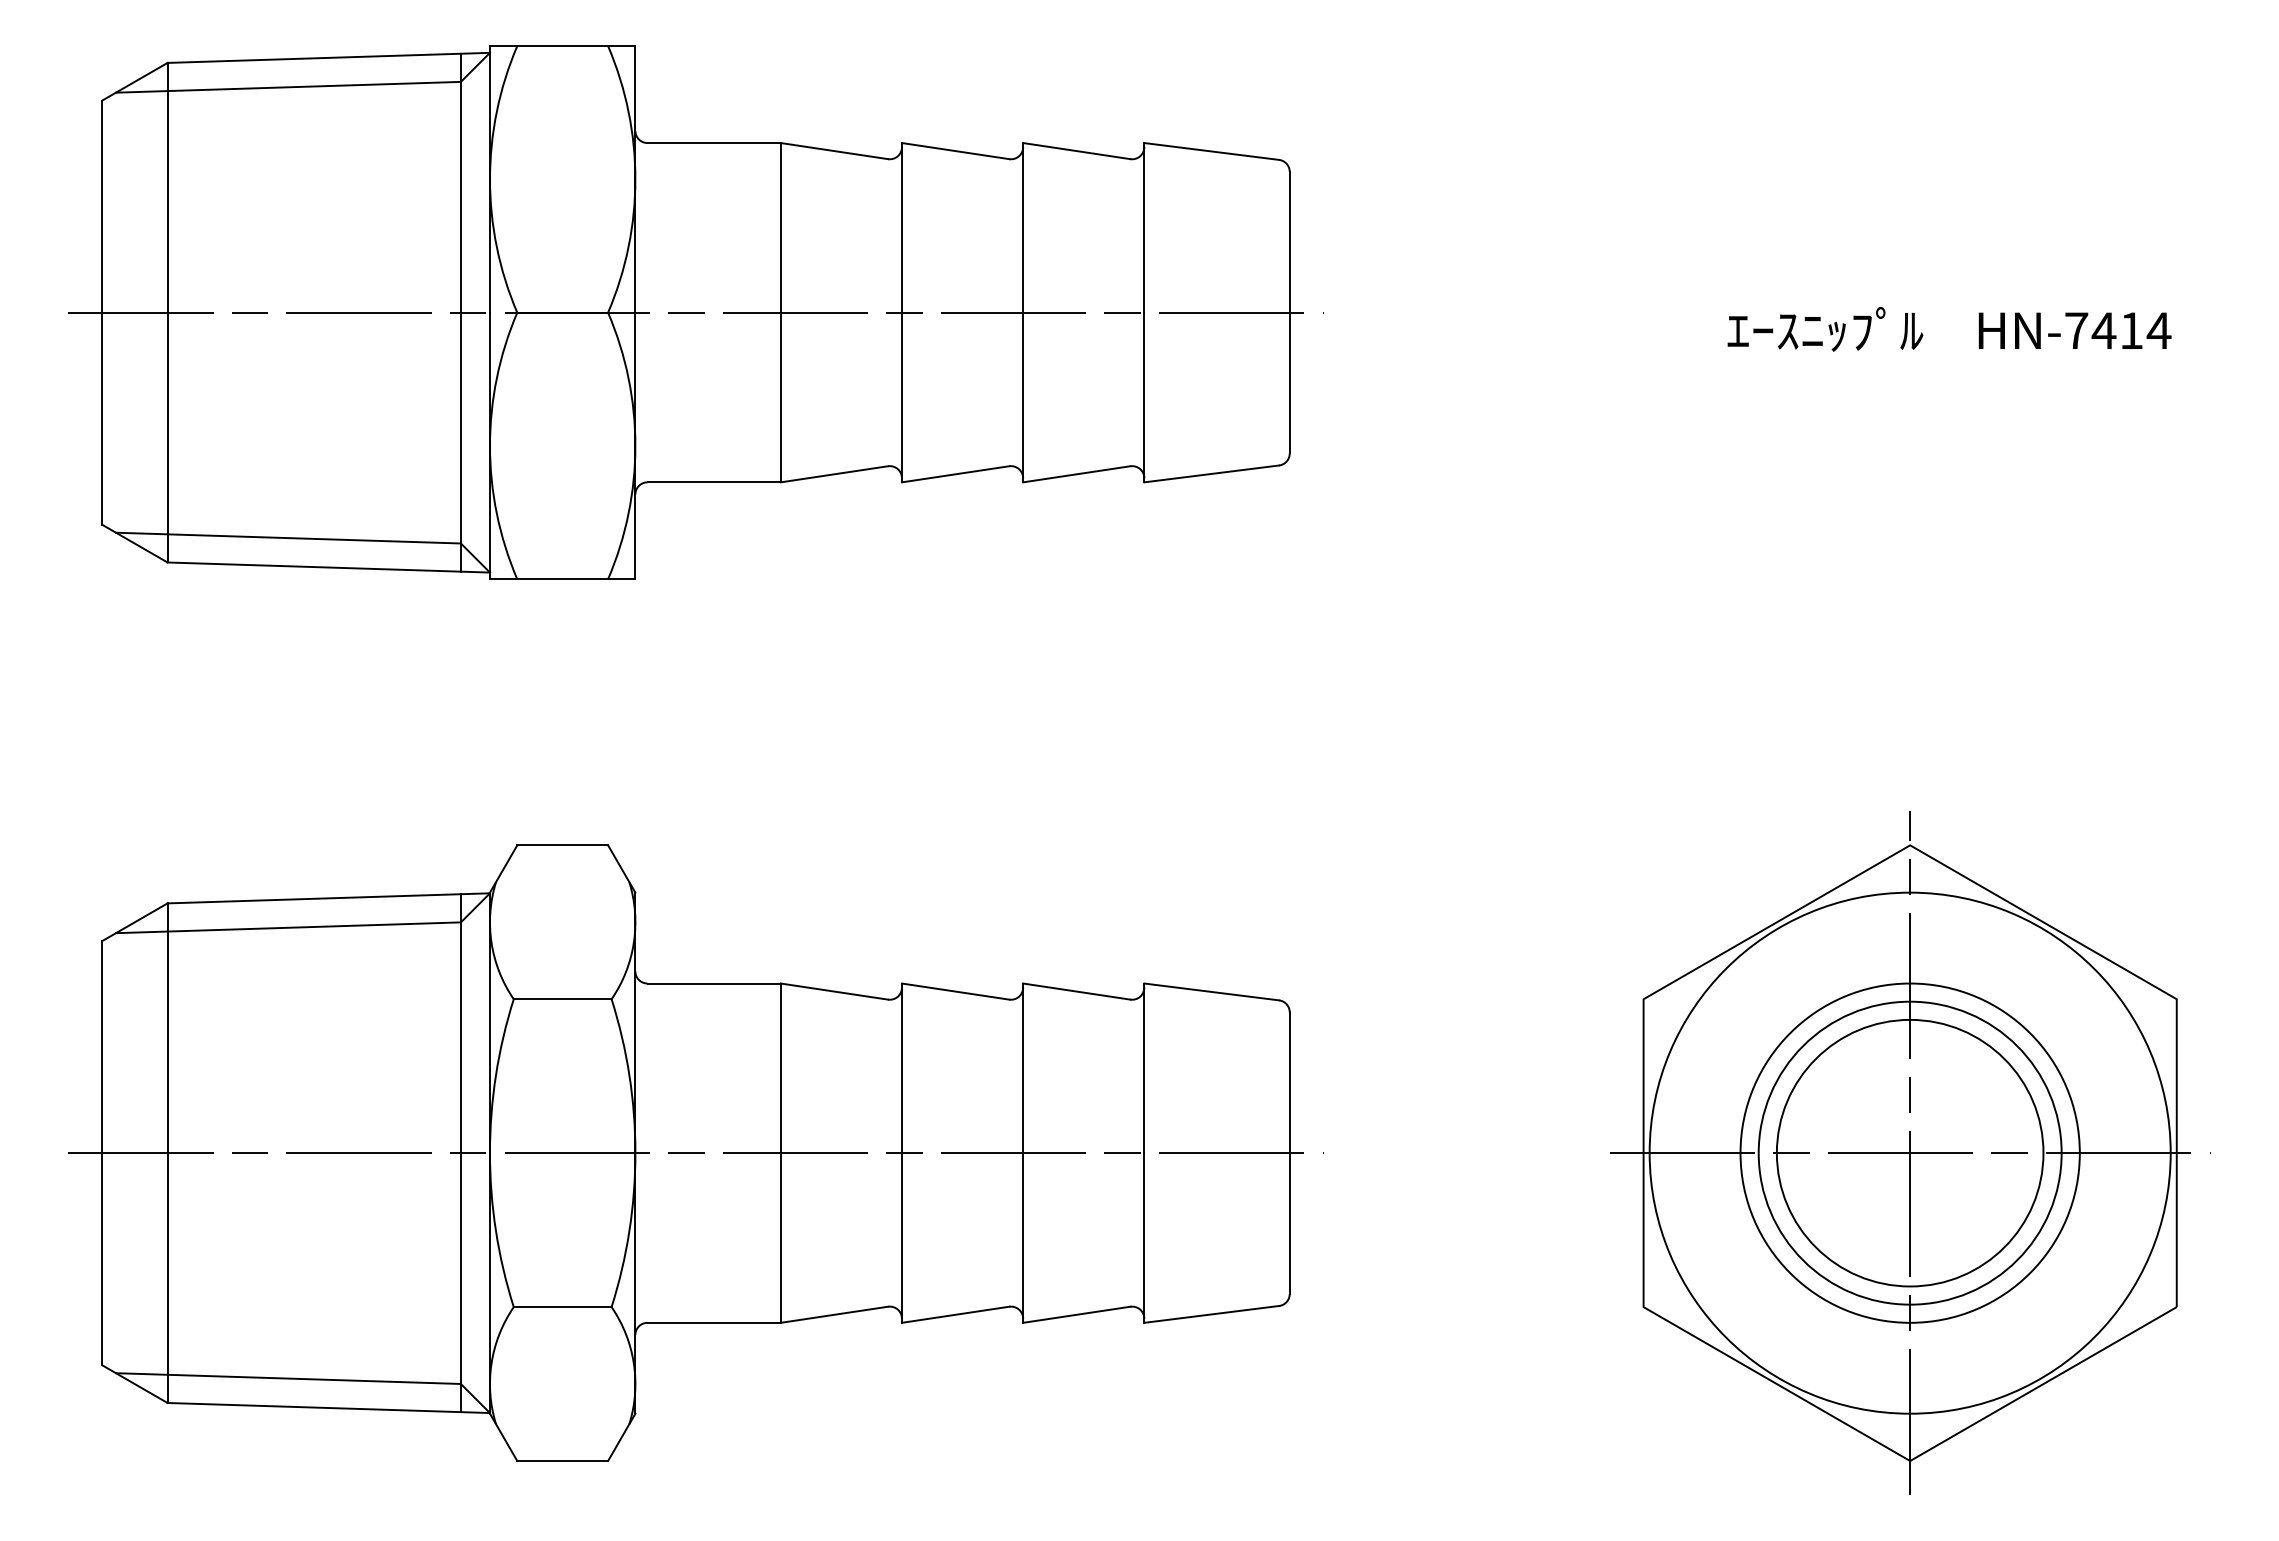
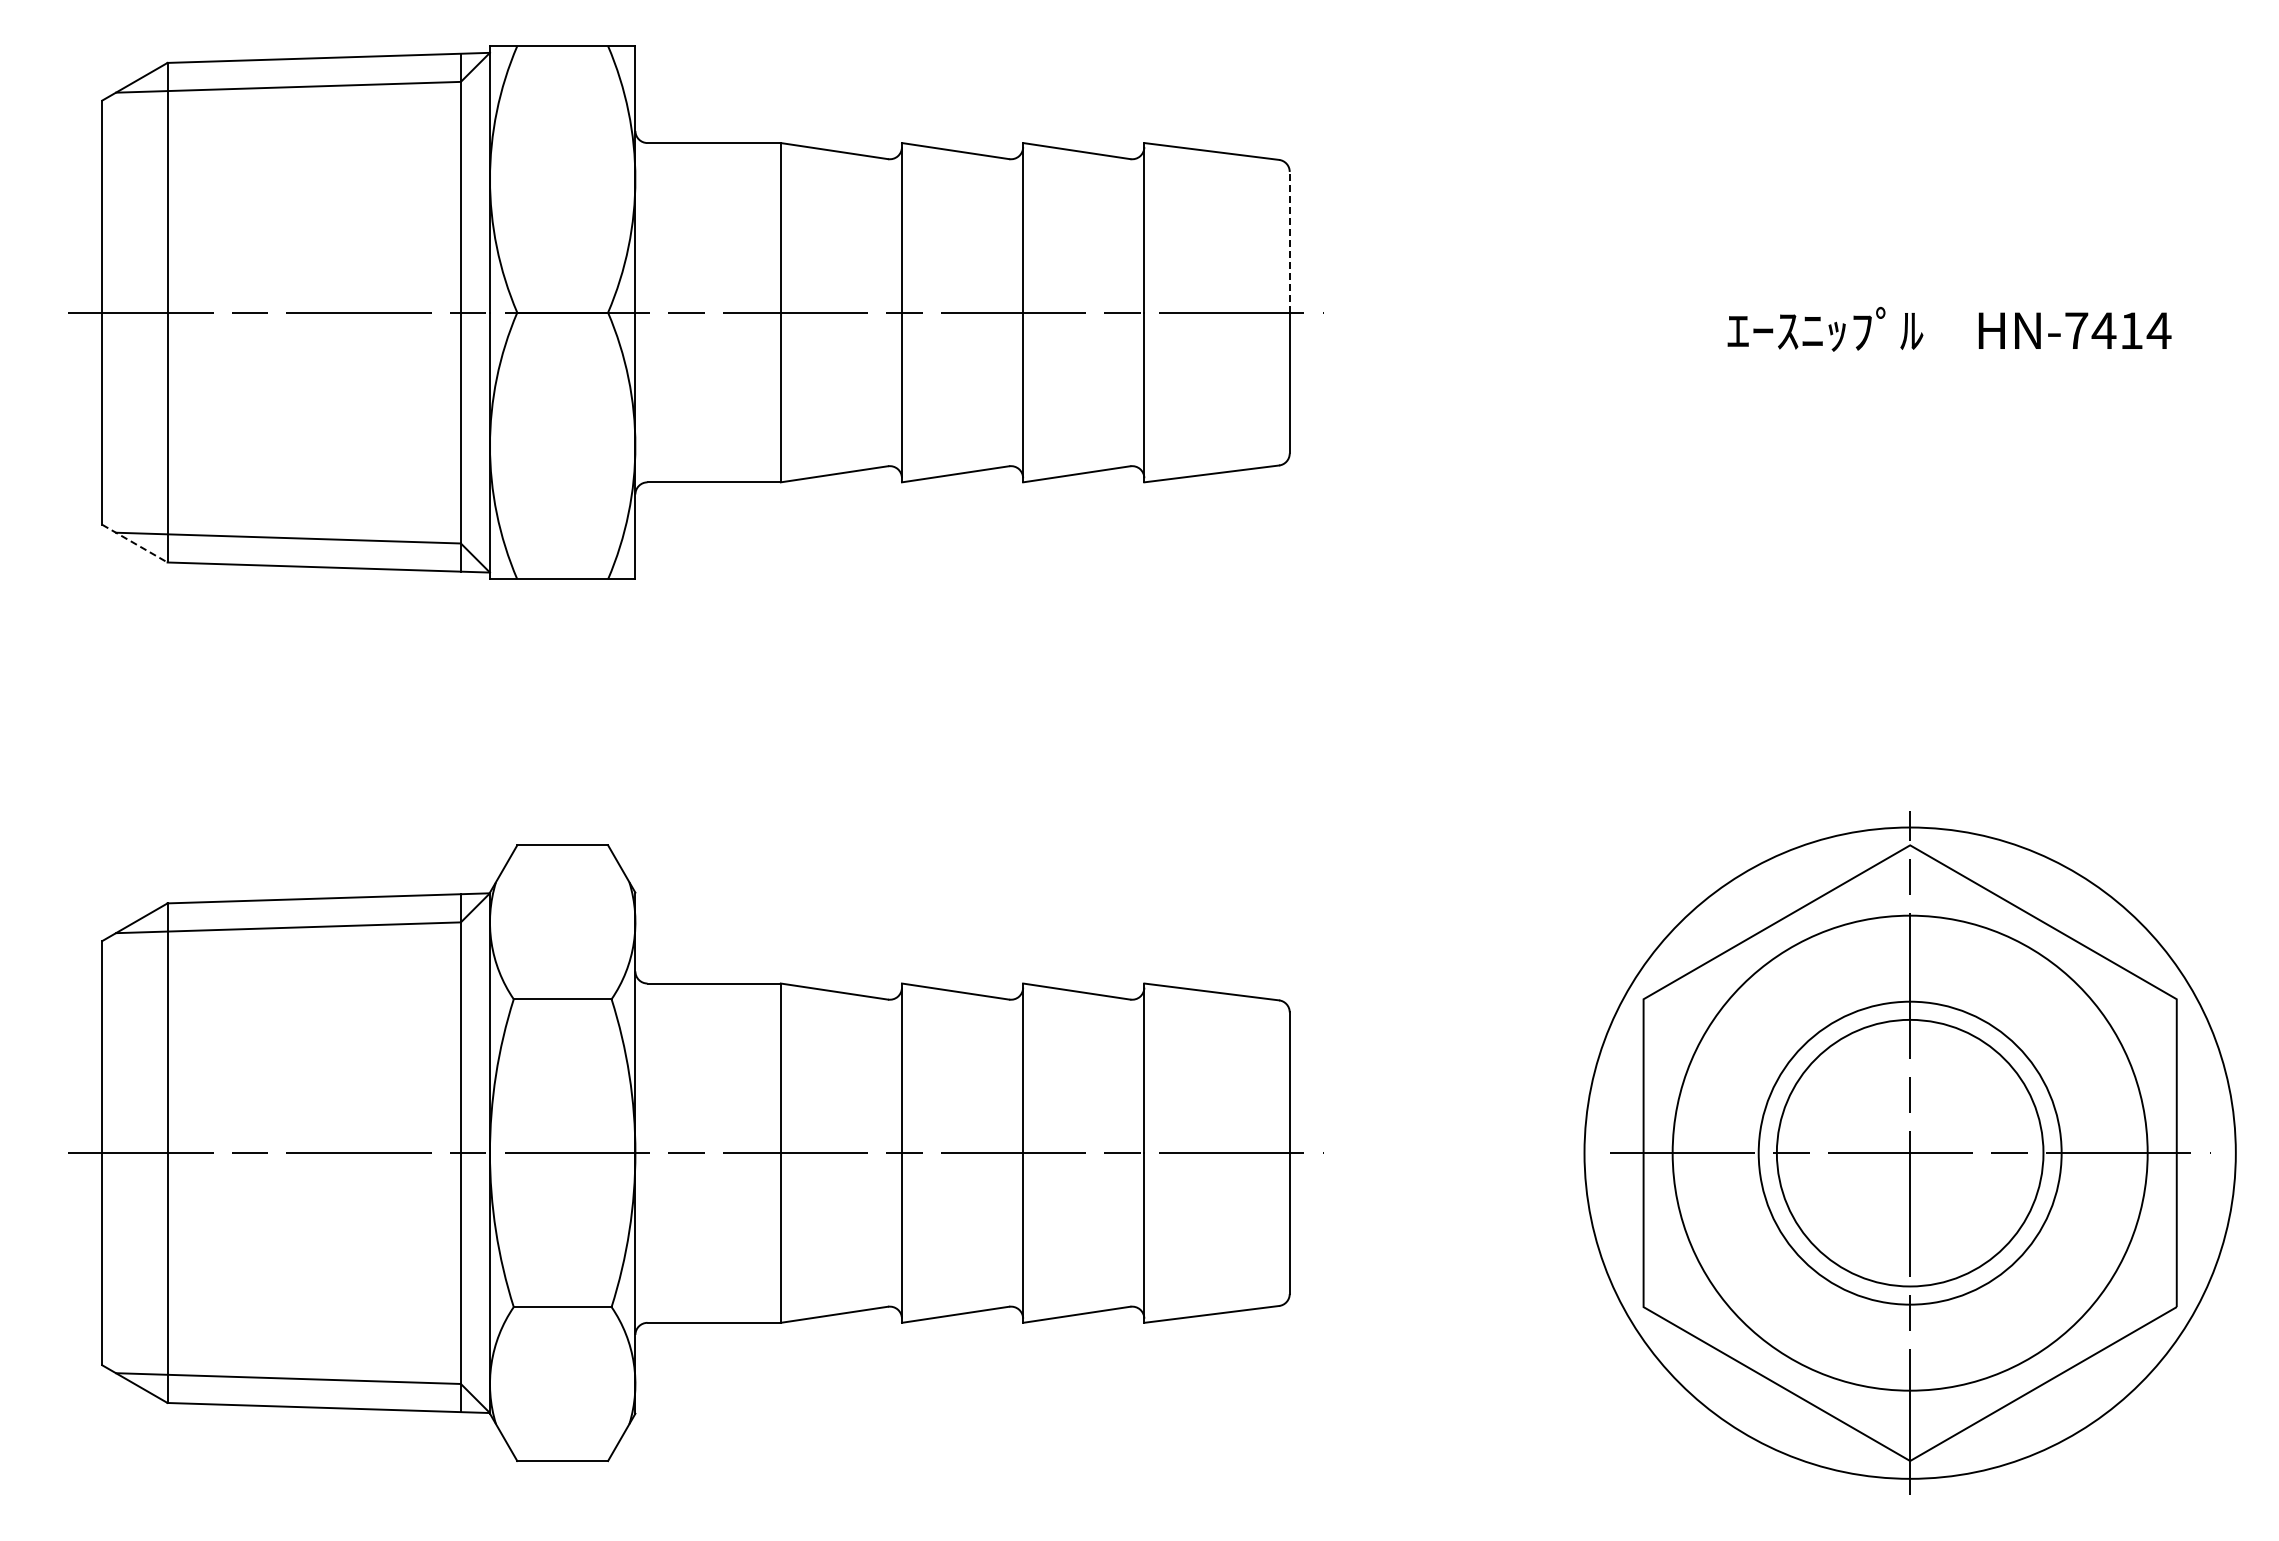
line at (1289, 241): solid -> dashed
line at (134, 543): solid -> dashed
circle at (1909, 1152) diameter: 339 px -> 475 px
circle at (1909, 1152) diameter: 521 px -> 651 px
